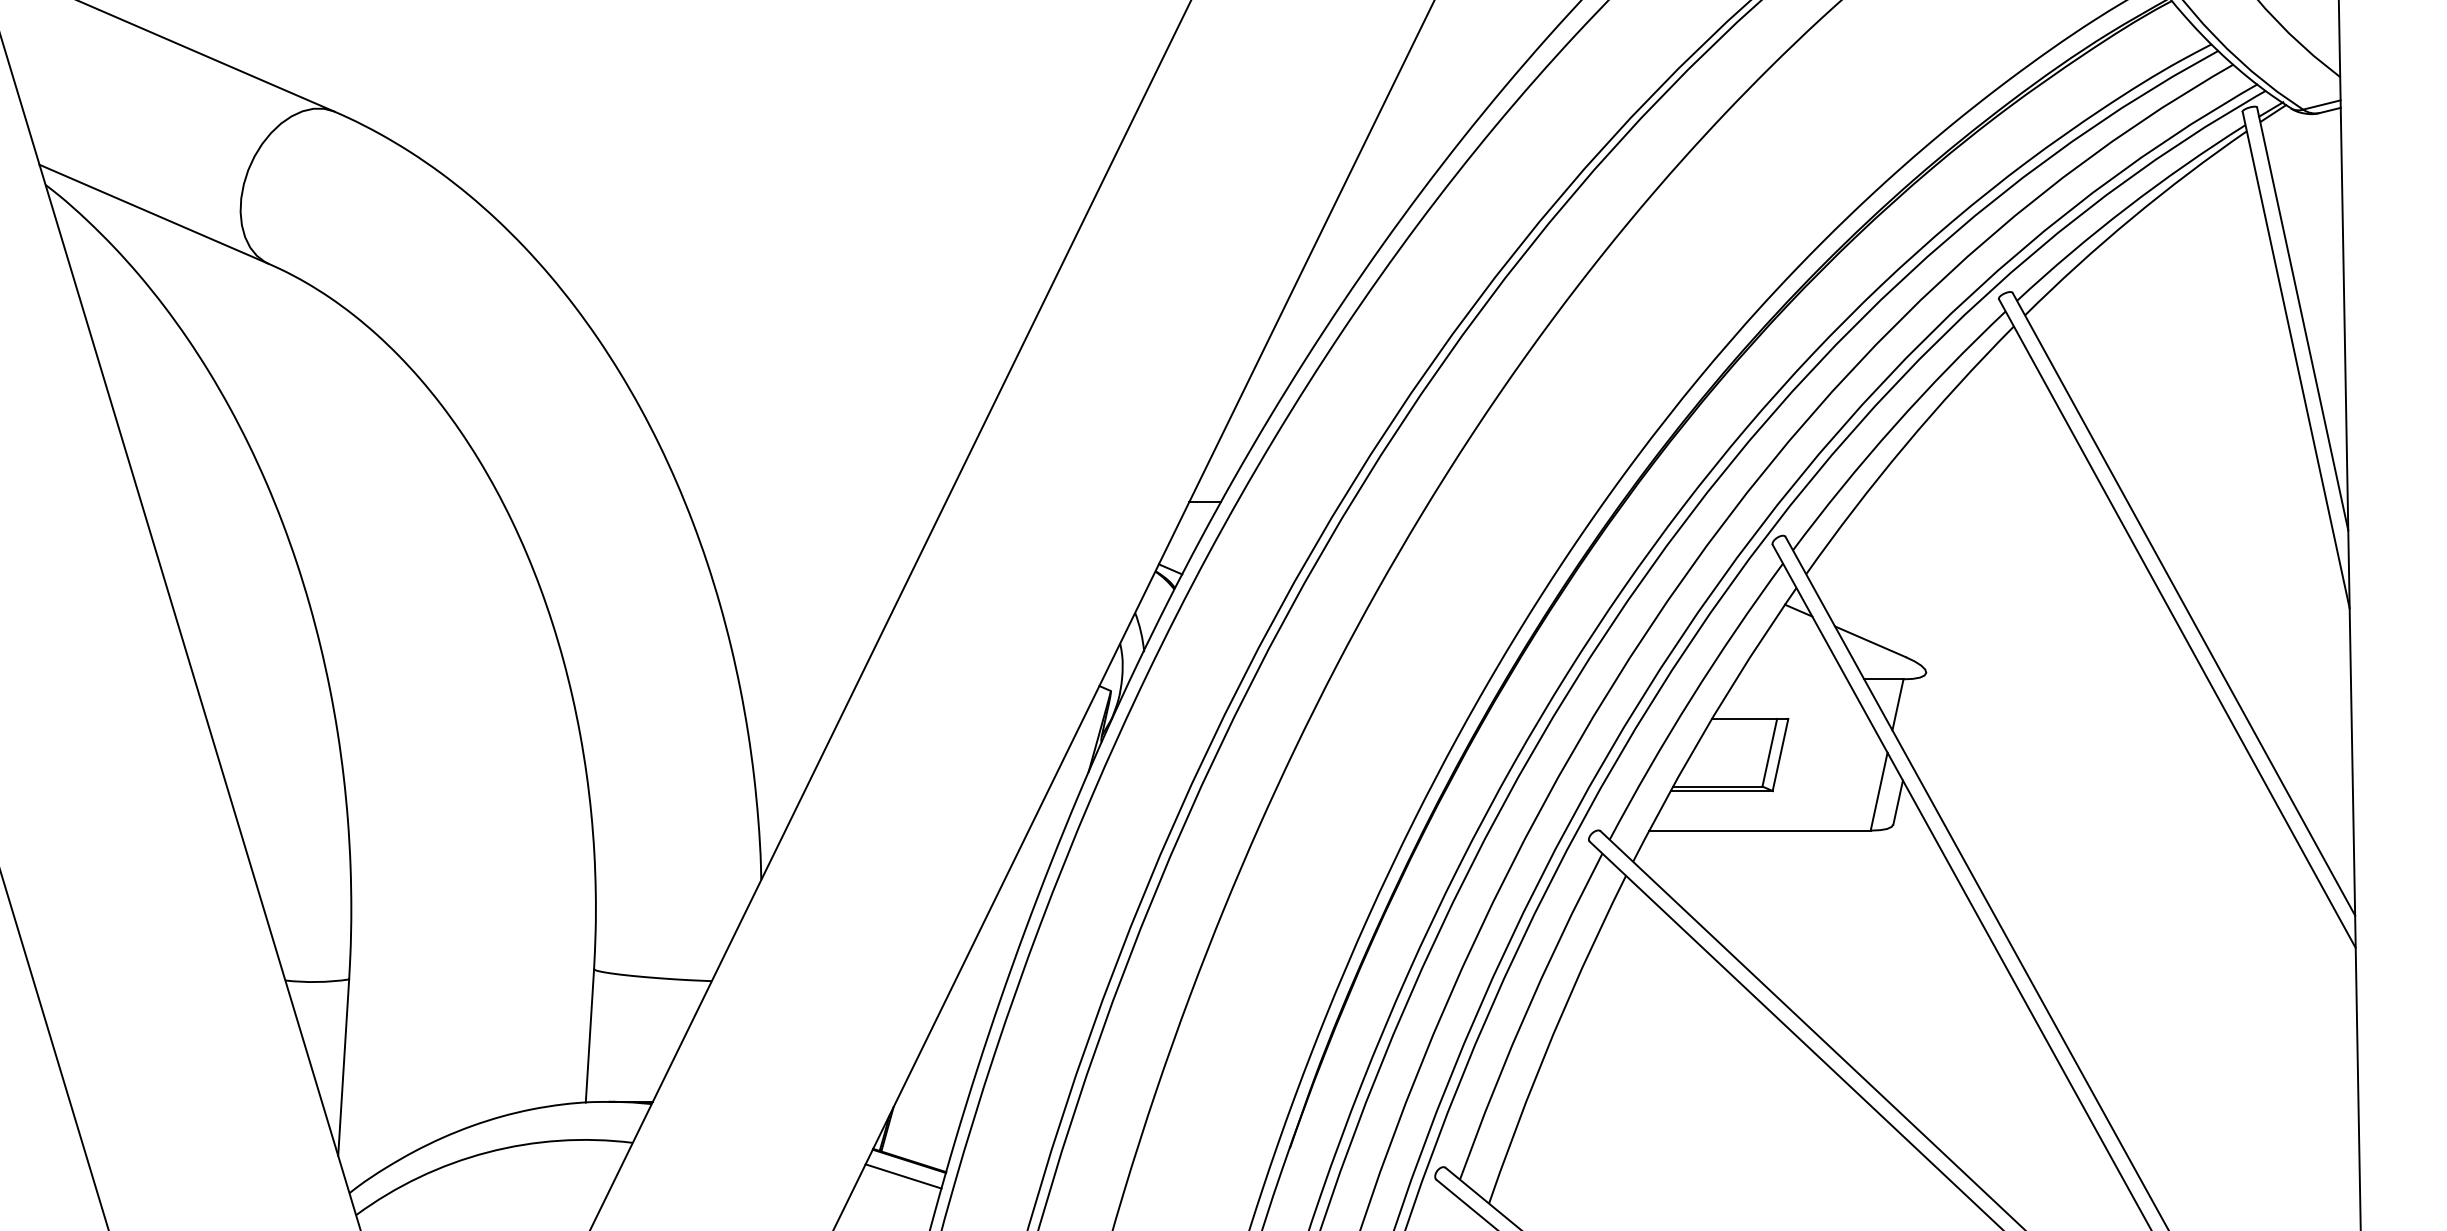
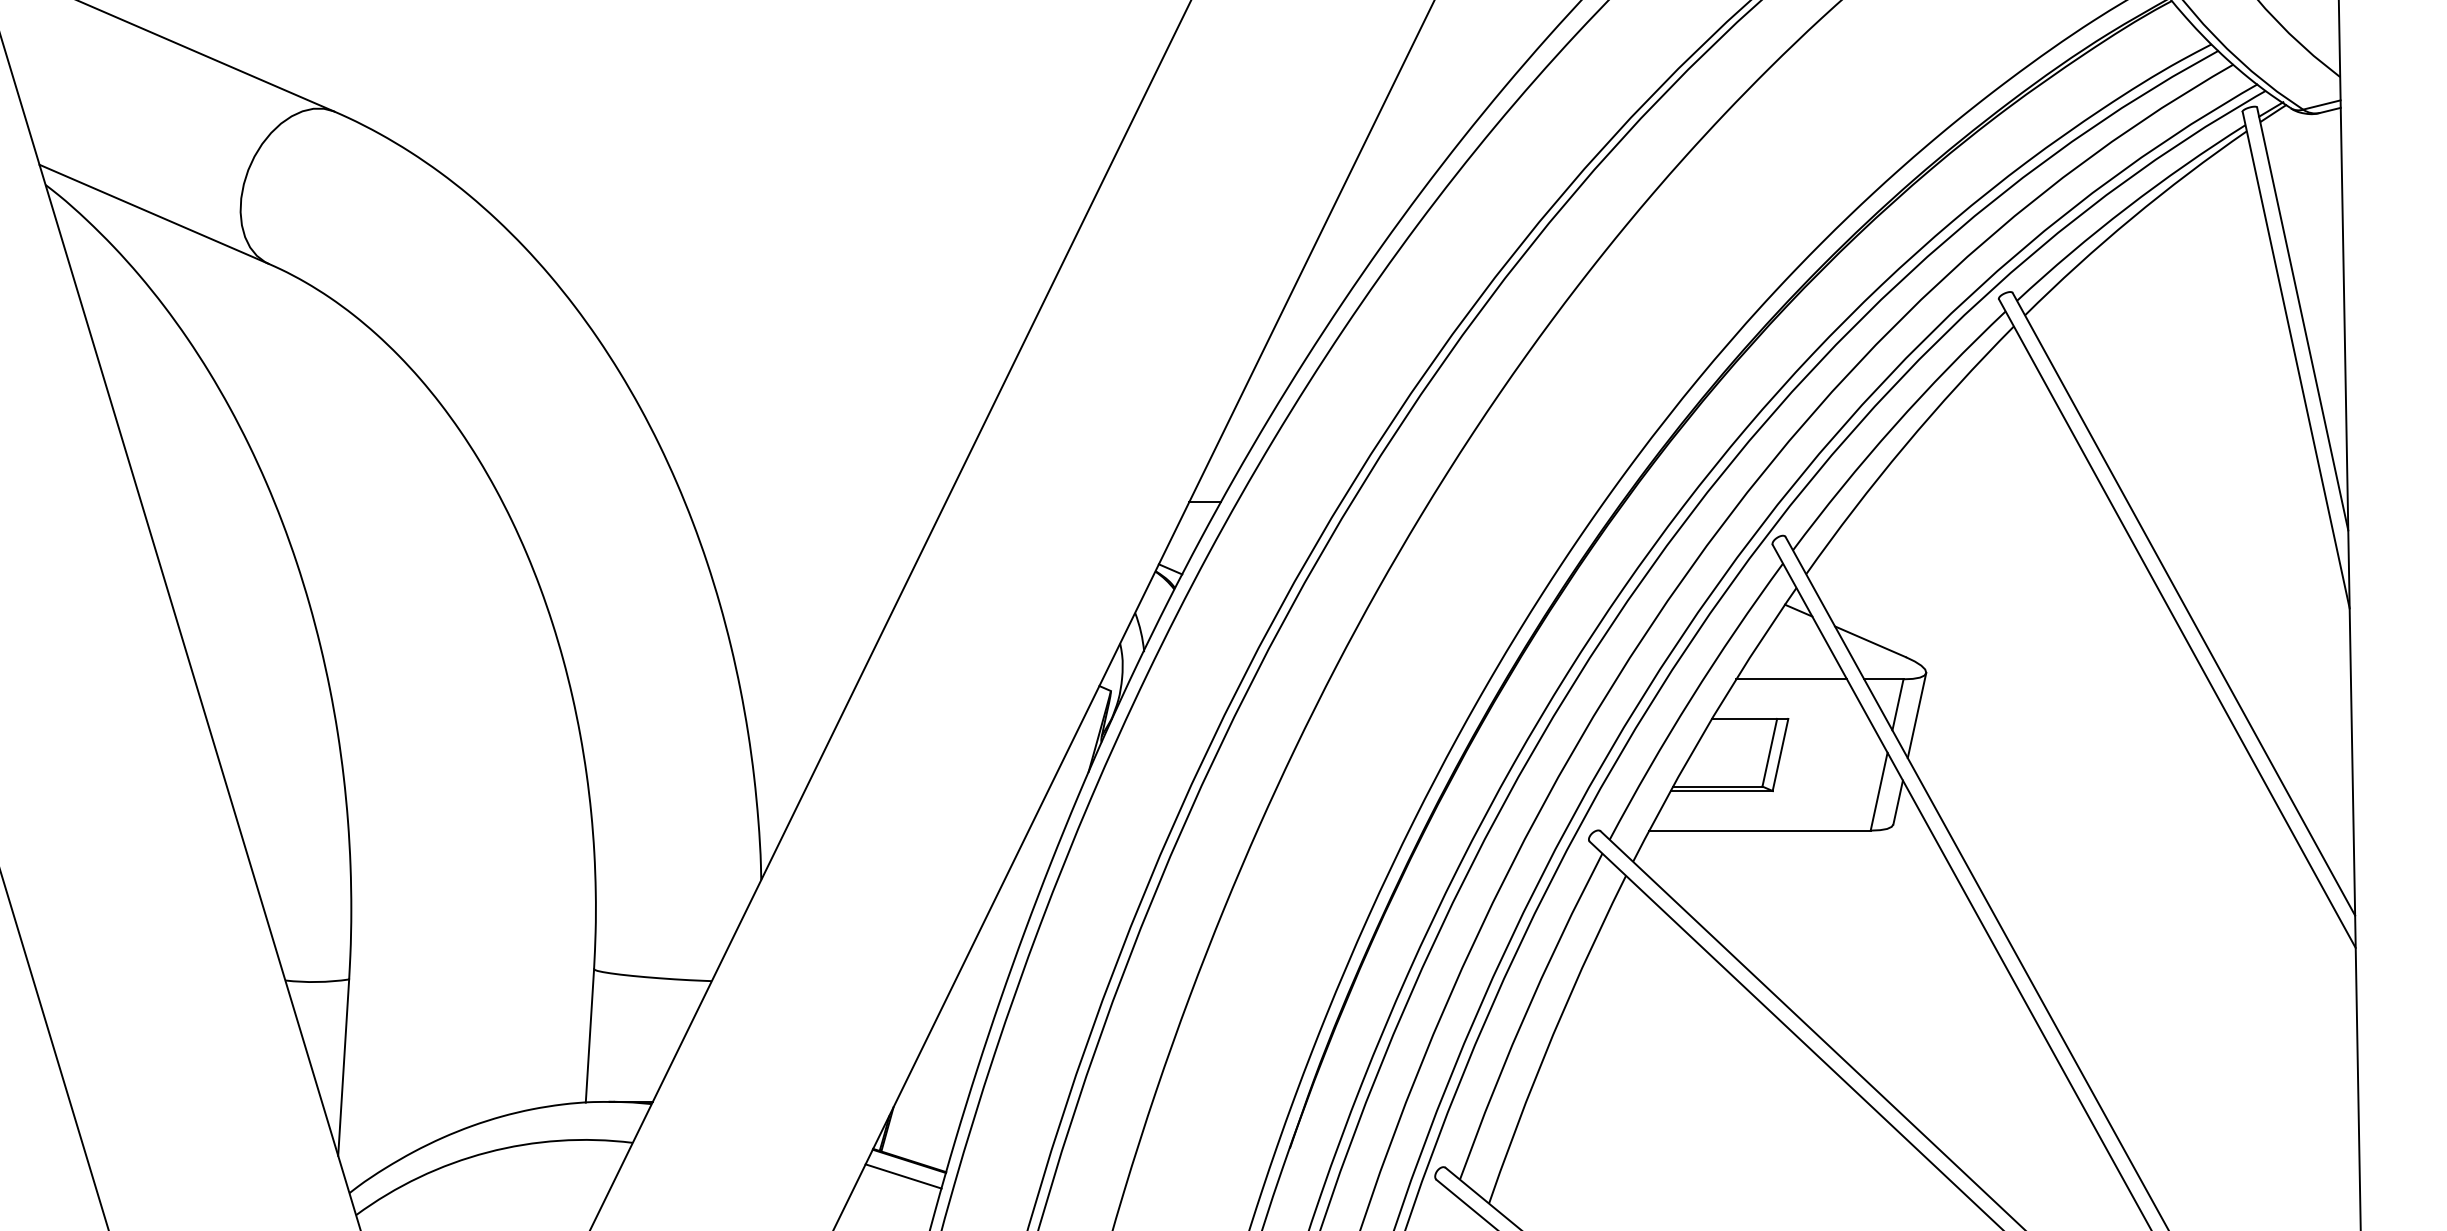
line at (1791, 679): none -> present
line at (1916, 715): none -> present
